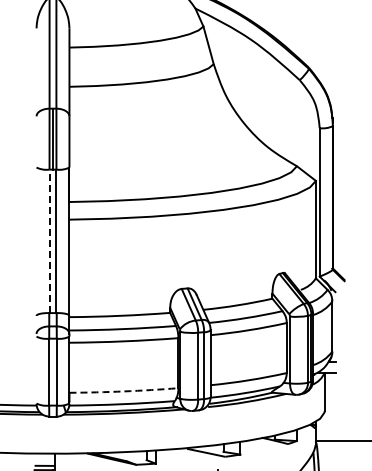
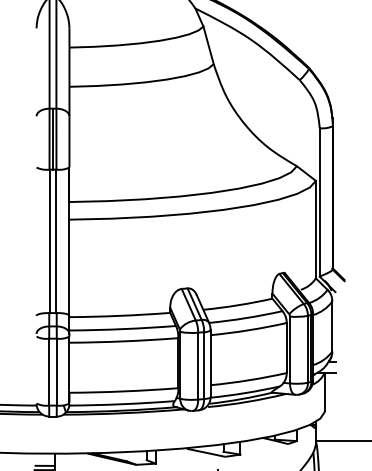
line at (49, 241): dashed -> solid
arc at (124, 391): dashed -> solid
